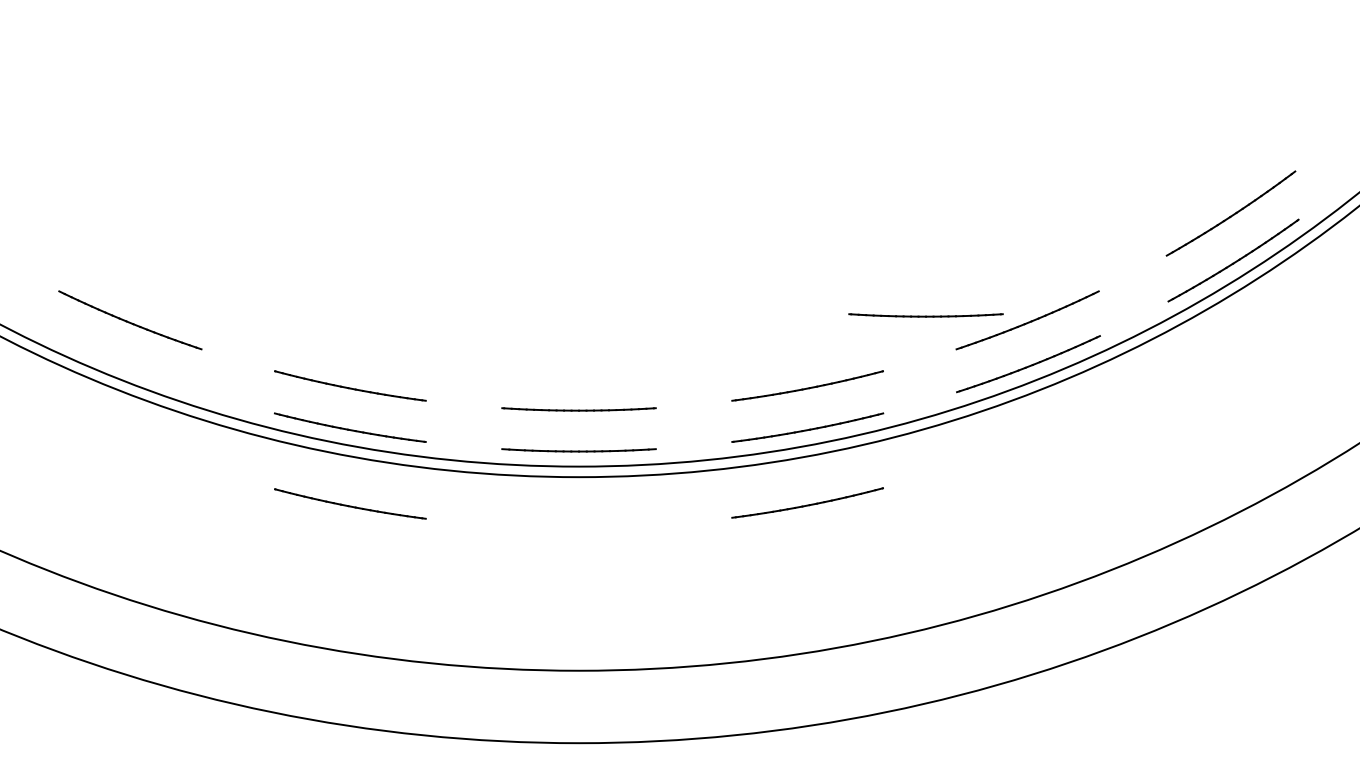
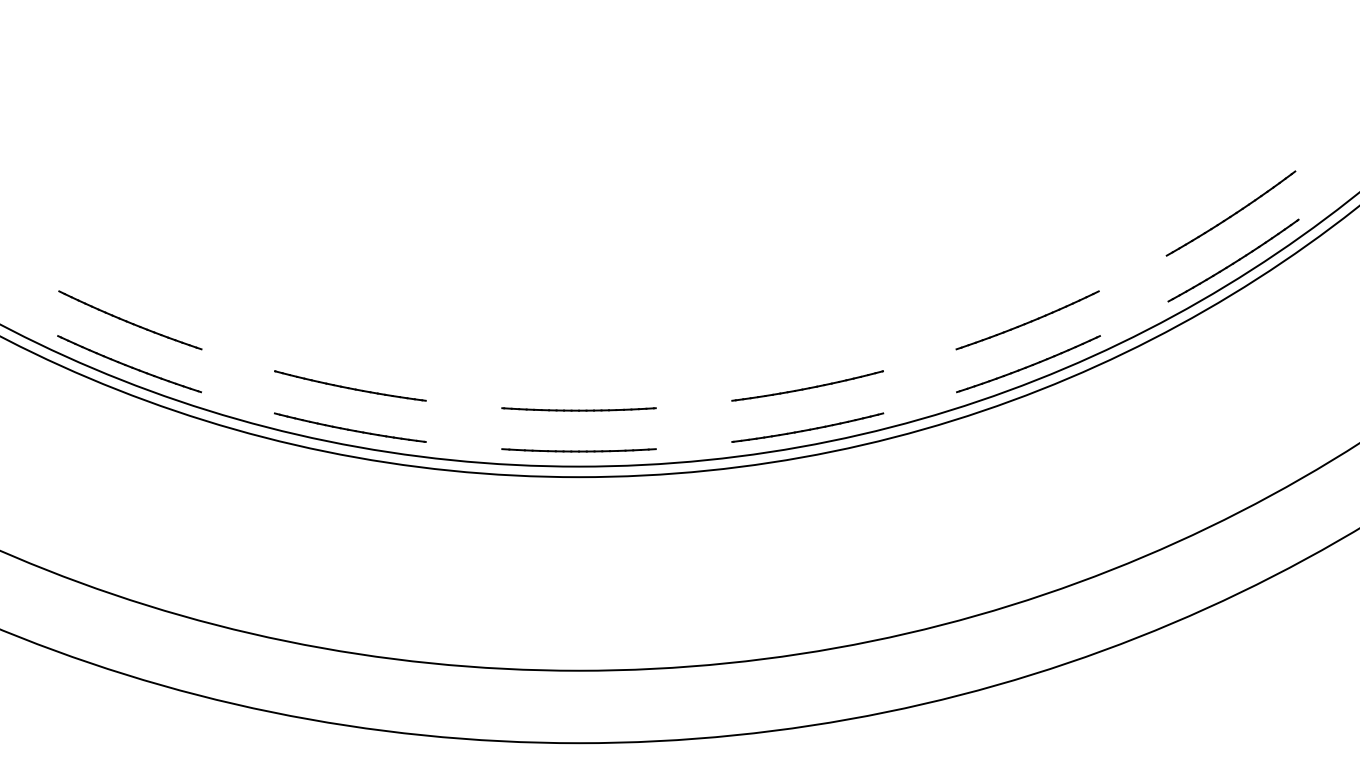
part at (925, 315): present -> none
part at (129, 364): none -> present
part at (807, 502): present -> none
part at (350, 503): present -> none
